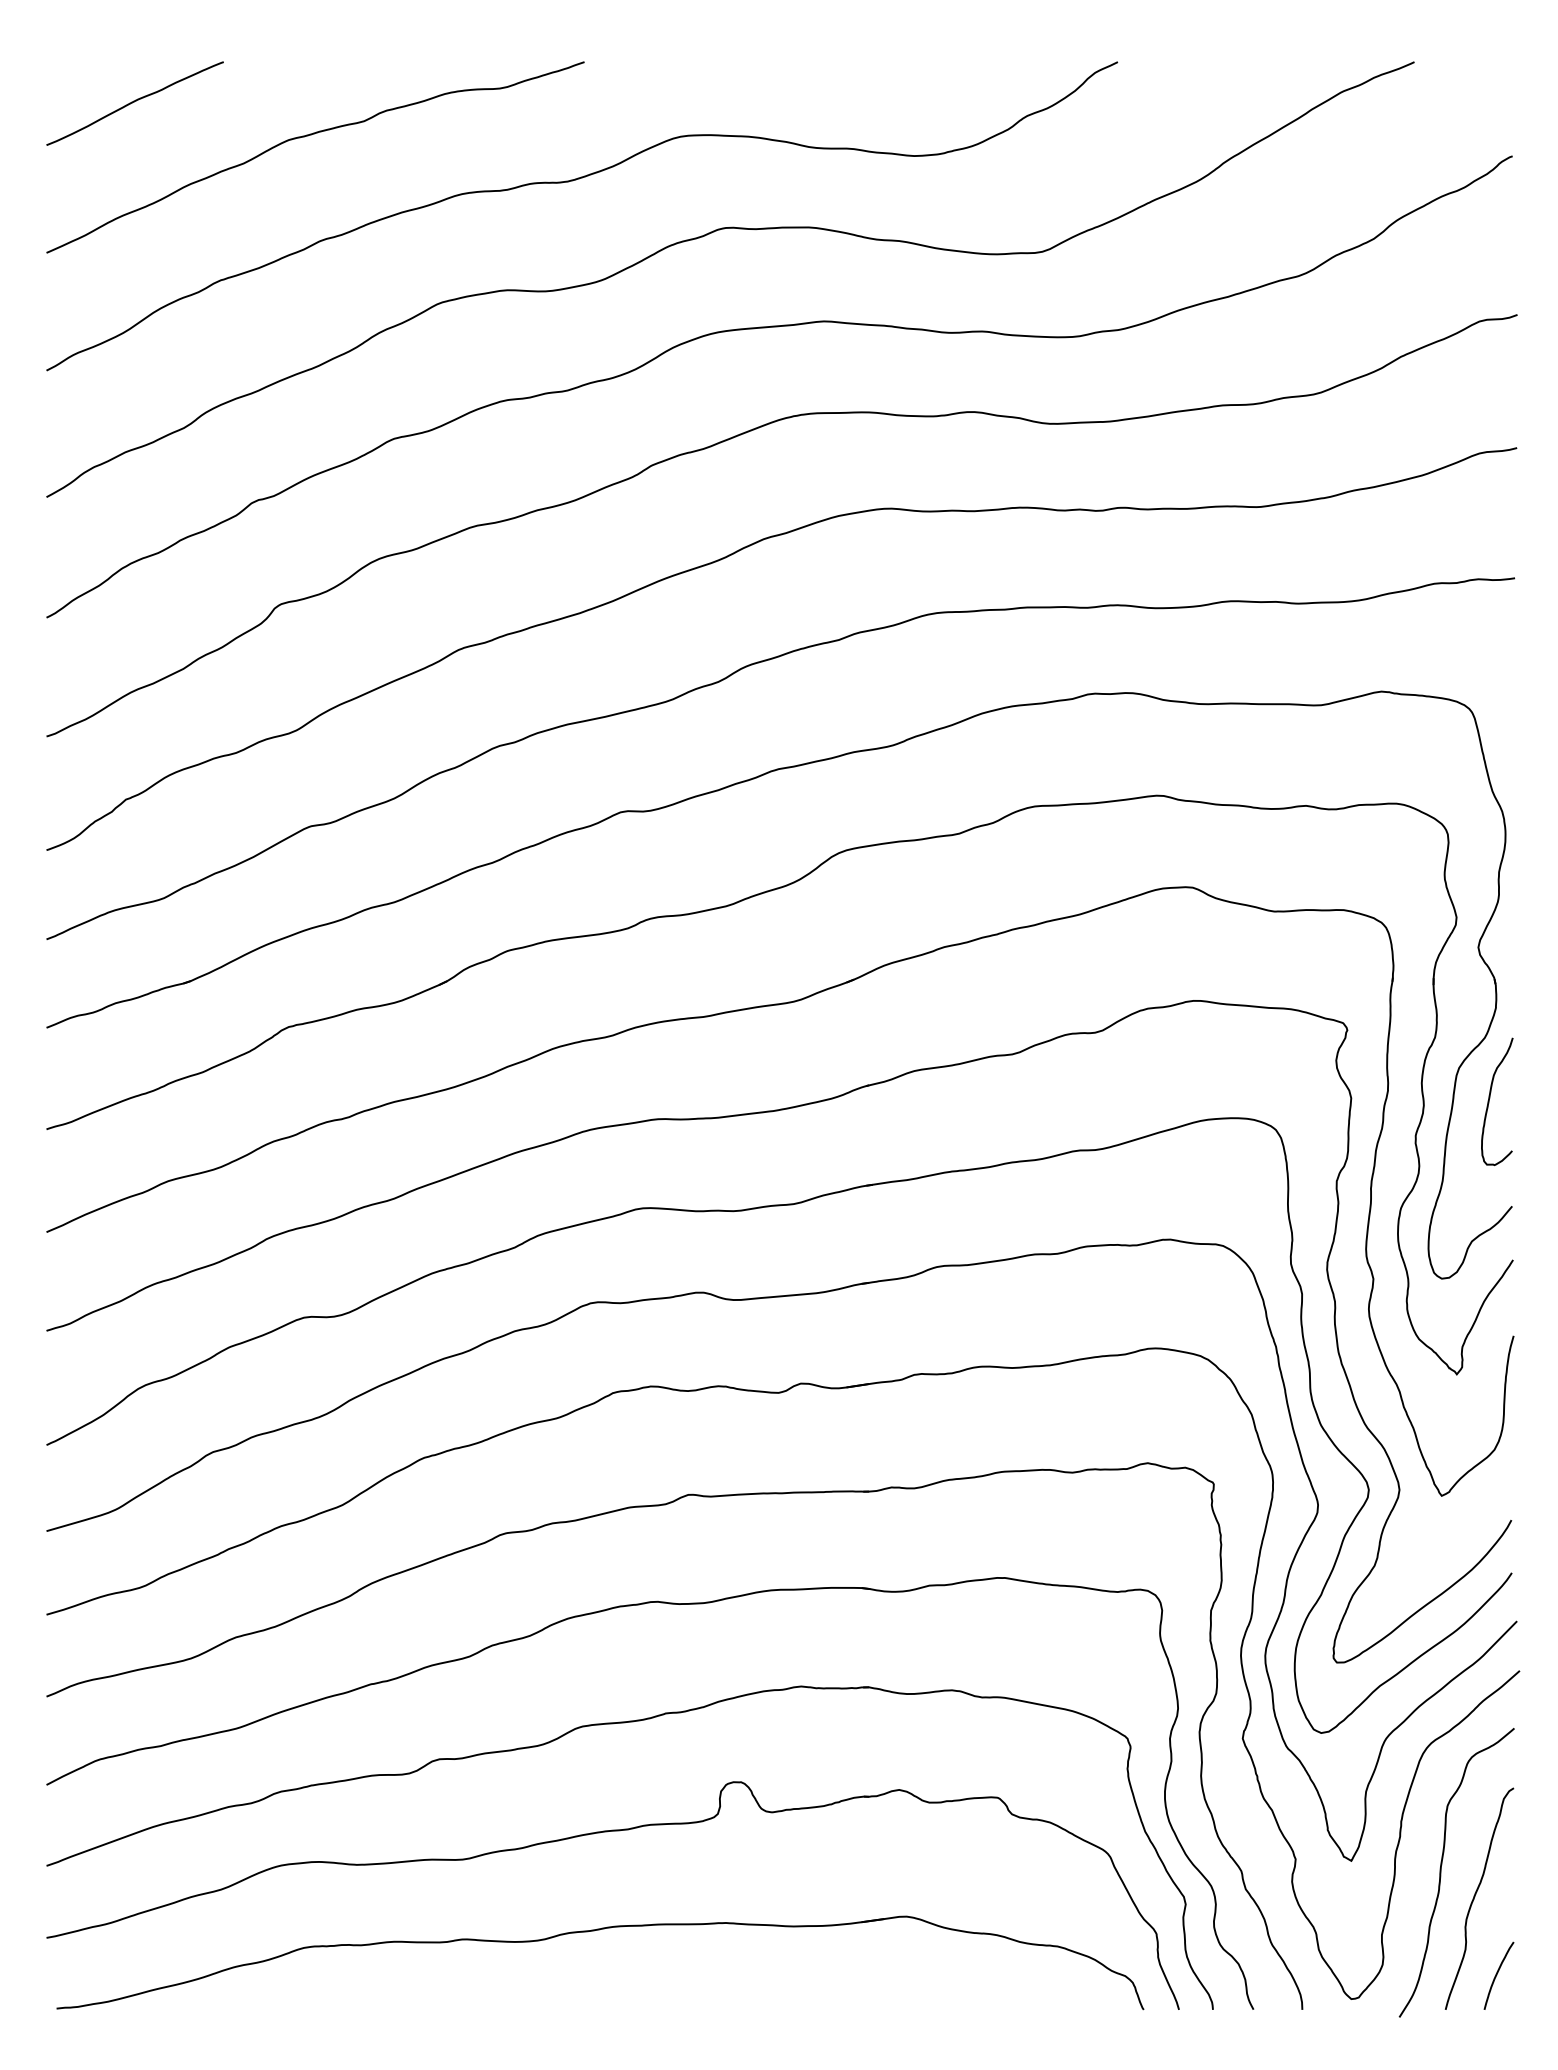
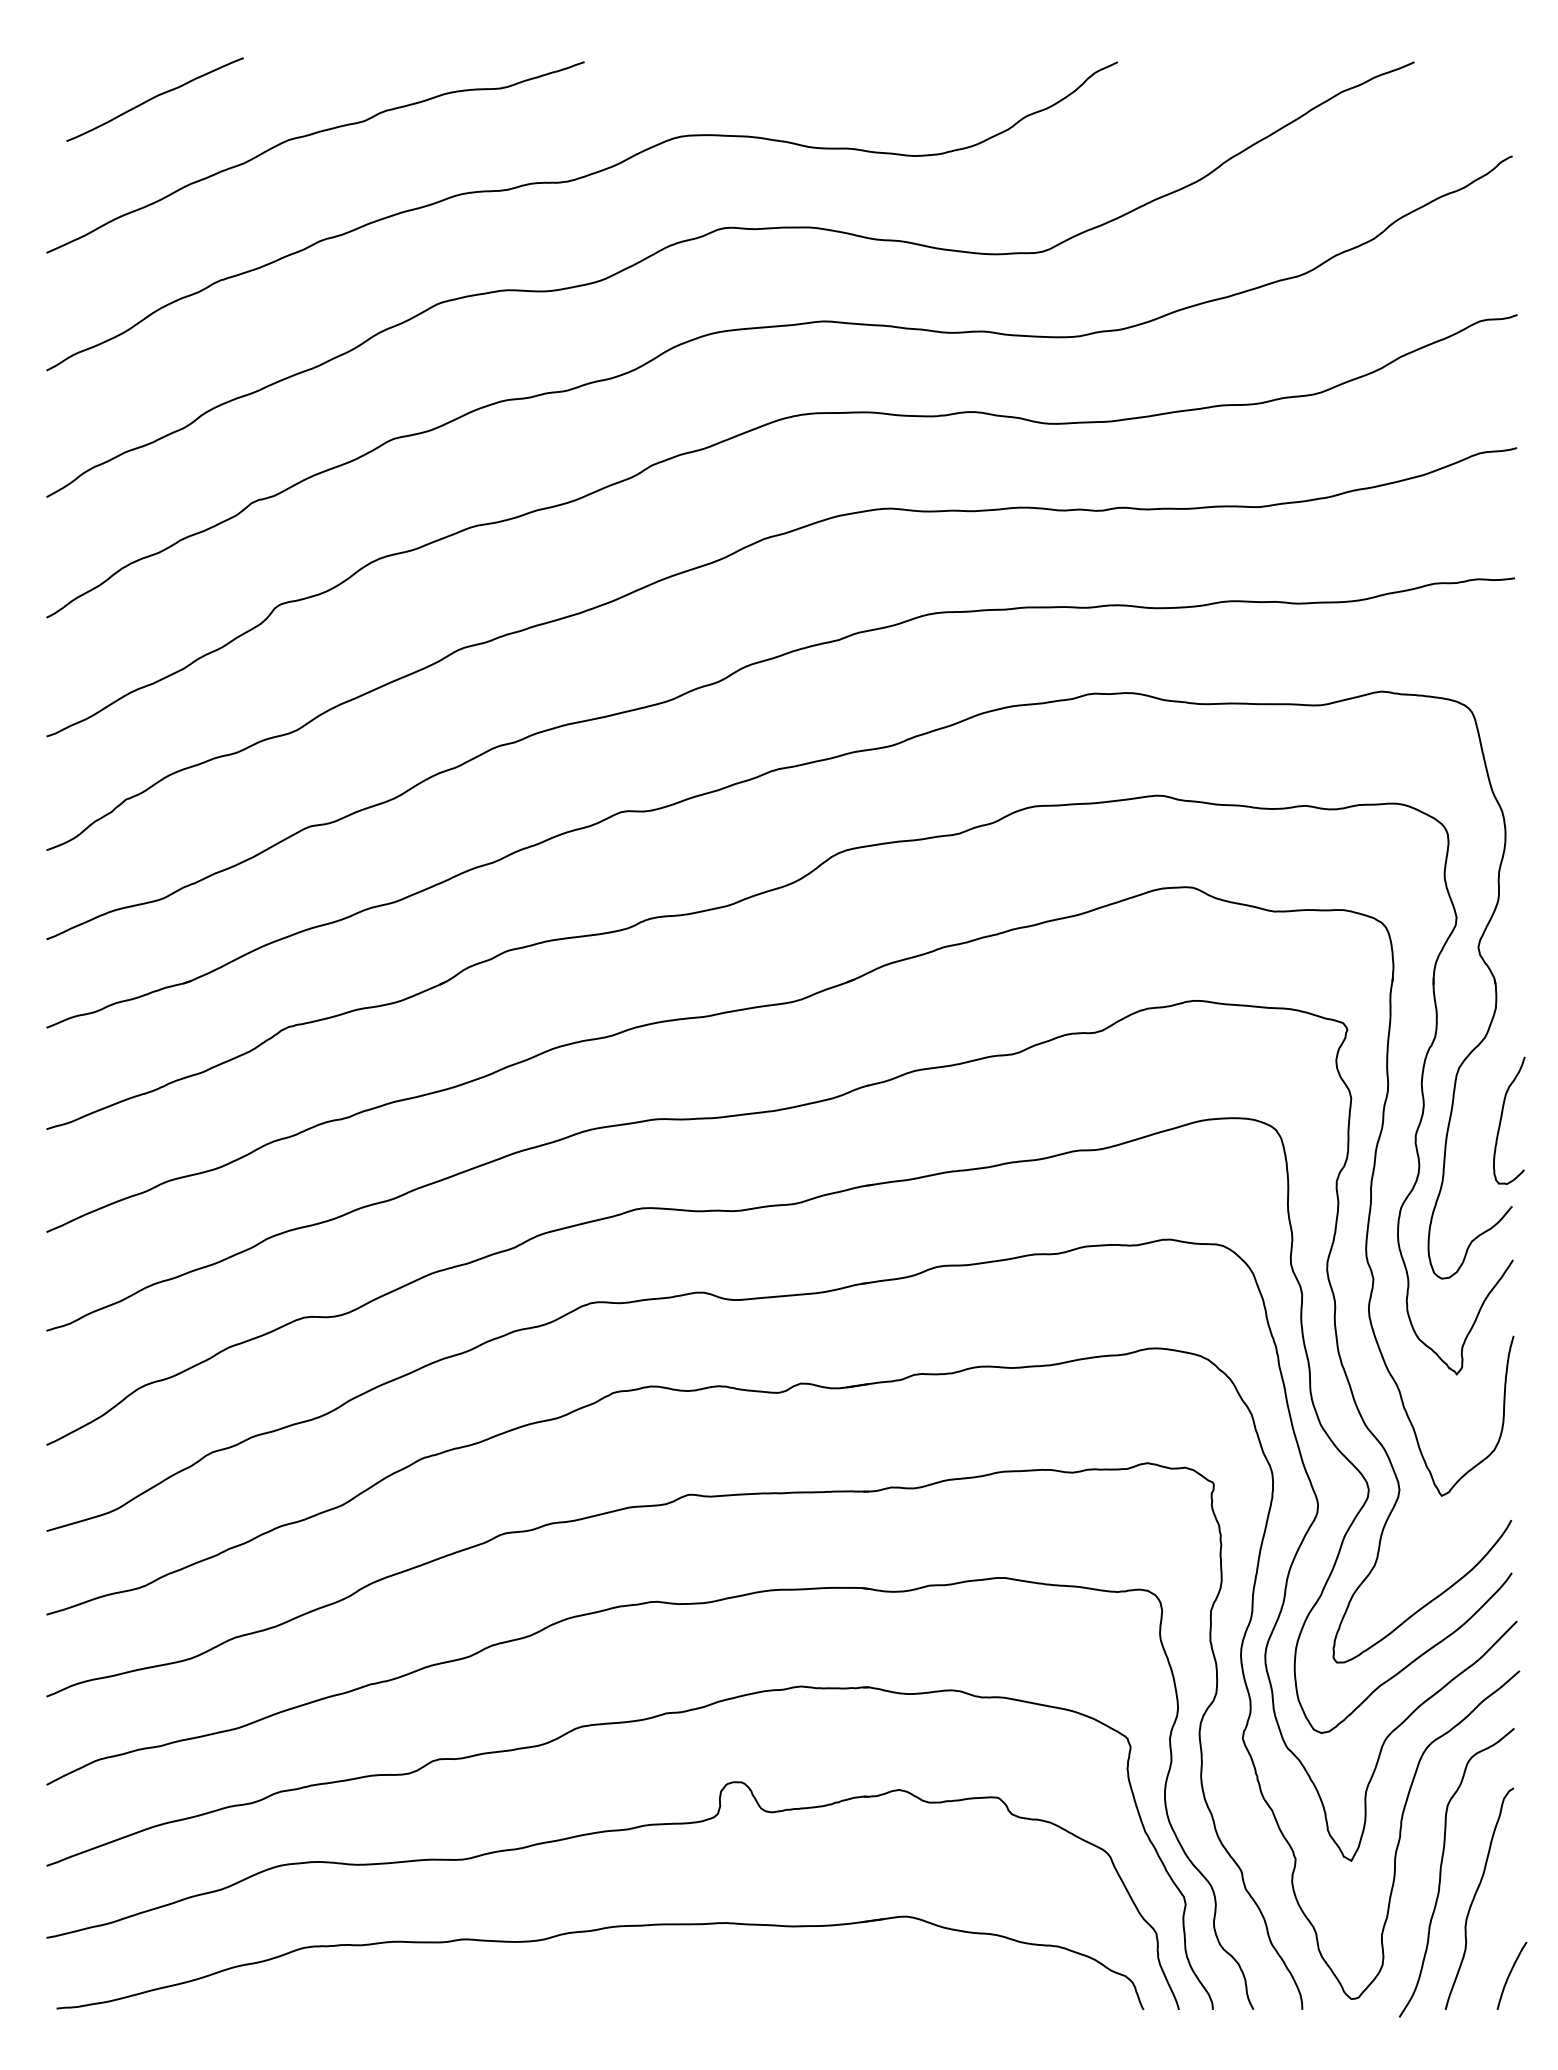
curve at (134, 102) position: (134, 102) -> (154, 98)
curve at (1490, 1098) position: (1490, 1098) -> (1502, 1117)
curve at (1497, 1975) position: (1497, 1975) -> (1510, 1975)
